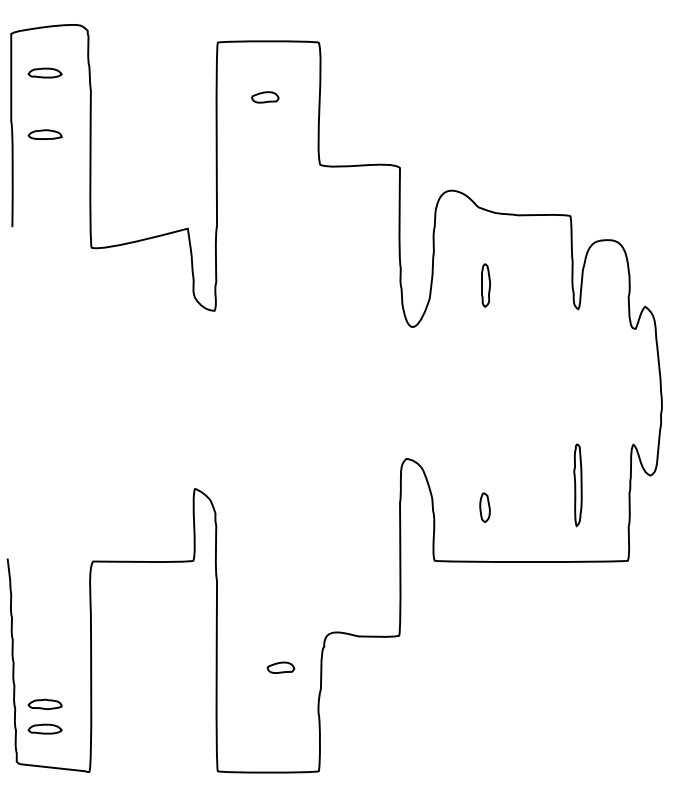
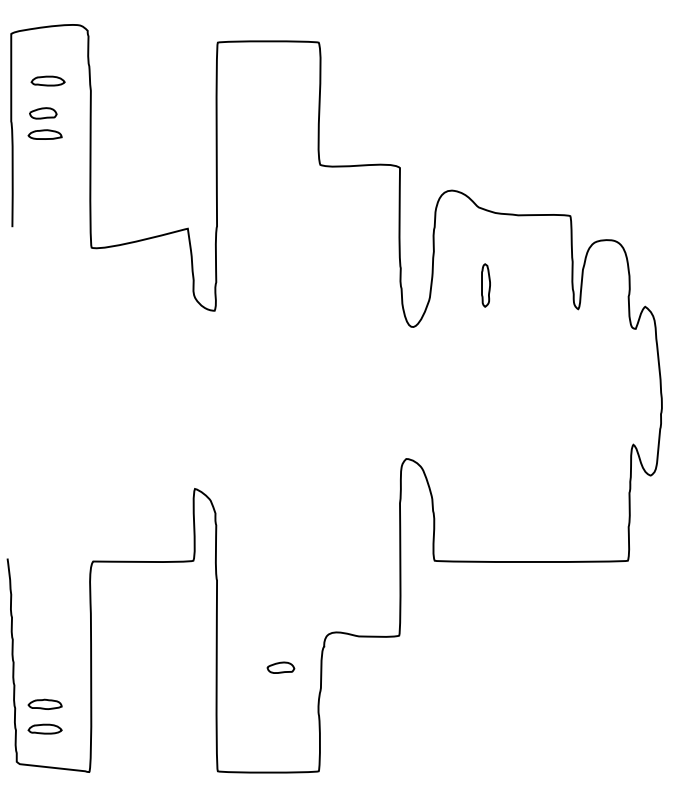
part at (44, 72) position: (44, 72) -> (47, 80)
part at (265, 97) position: (265, 97) -> (43, 113)
part at (577, 485): present -> none
part at (484, 507): present -> none
